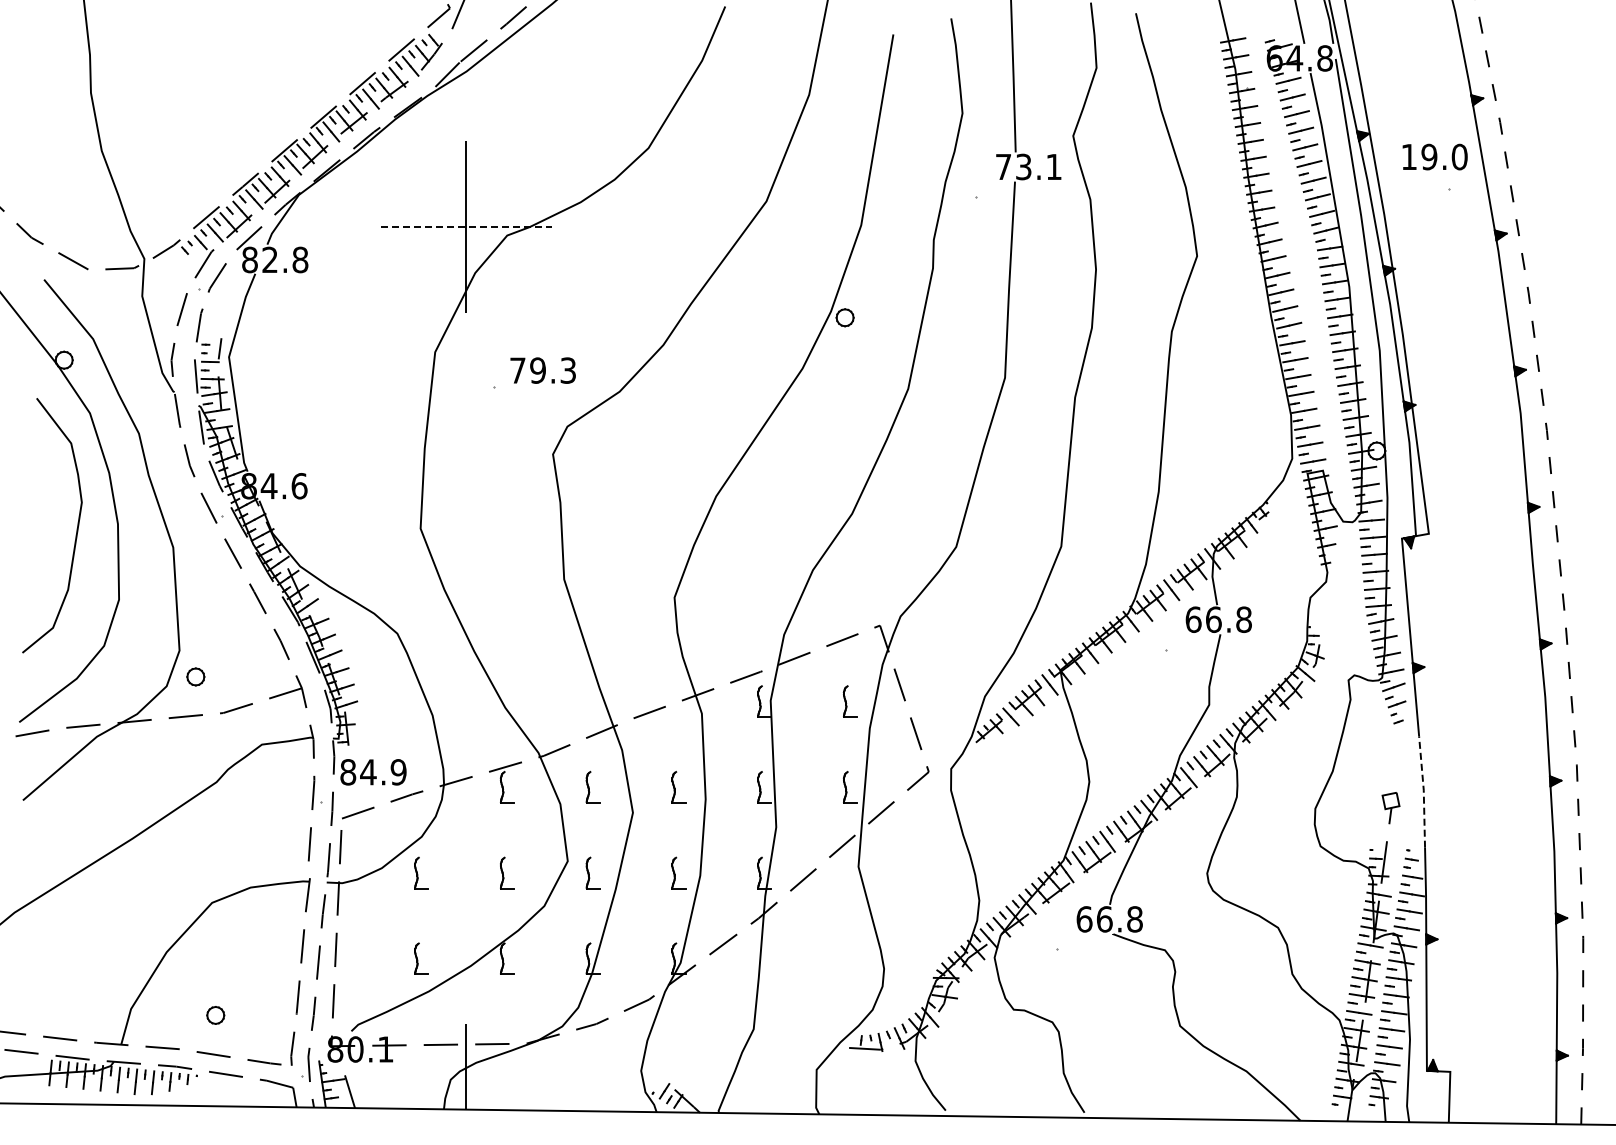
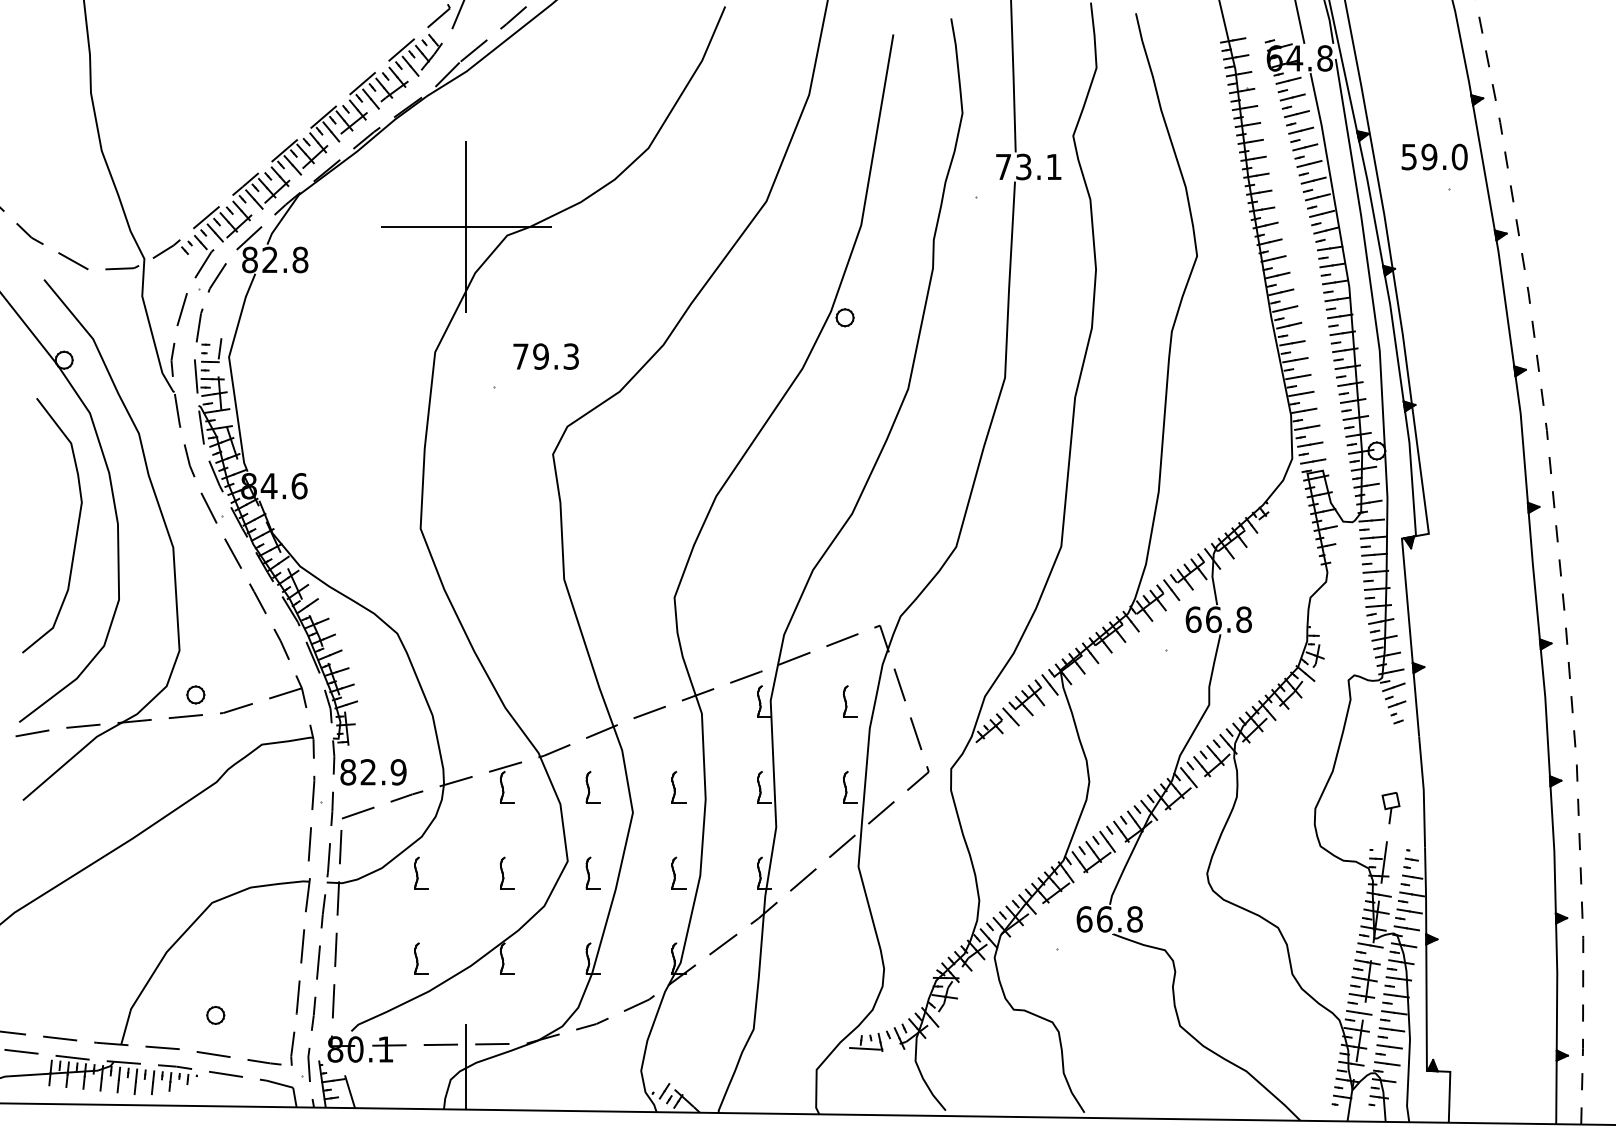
text at (1408, 157): 19.0 -> 59.0
line at (466, 227): dashed -> solid
text at (542, 370) position: (542, 370) -> (545, 356)
part at (195, 676) position: (195, 676) -> (195, 694)
text at (368, 772): 84.9 -> 82.9
line at (1423, 791): dashed -> solid
